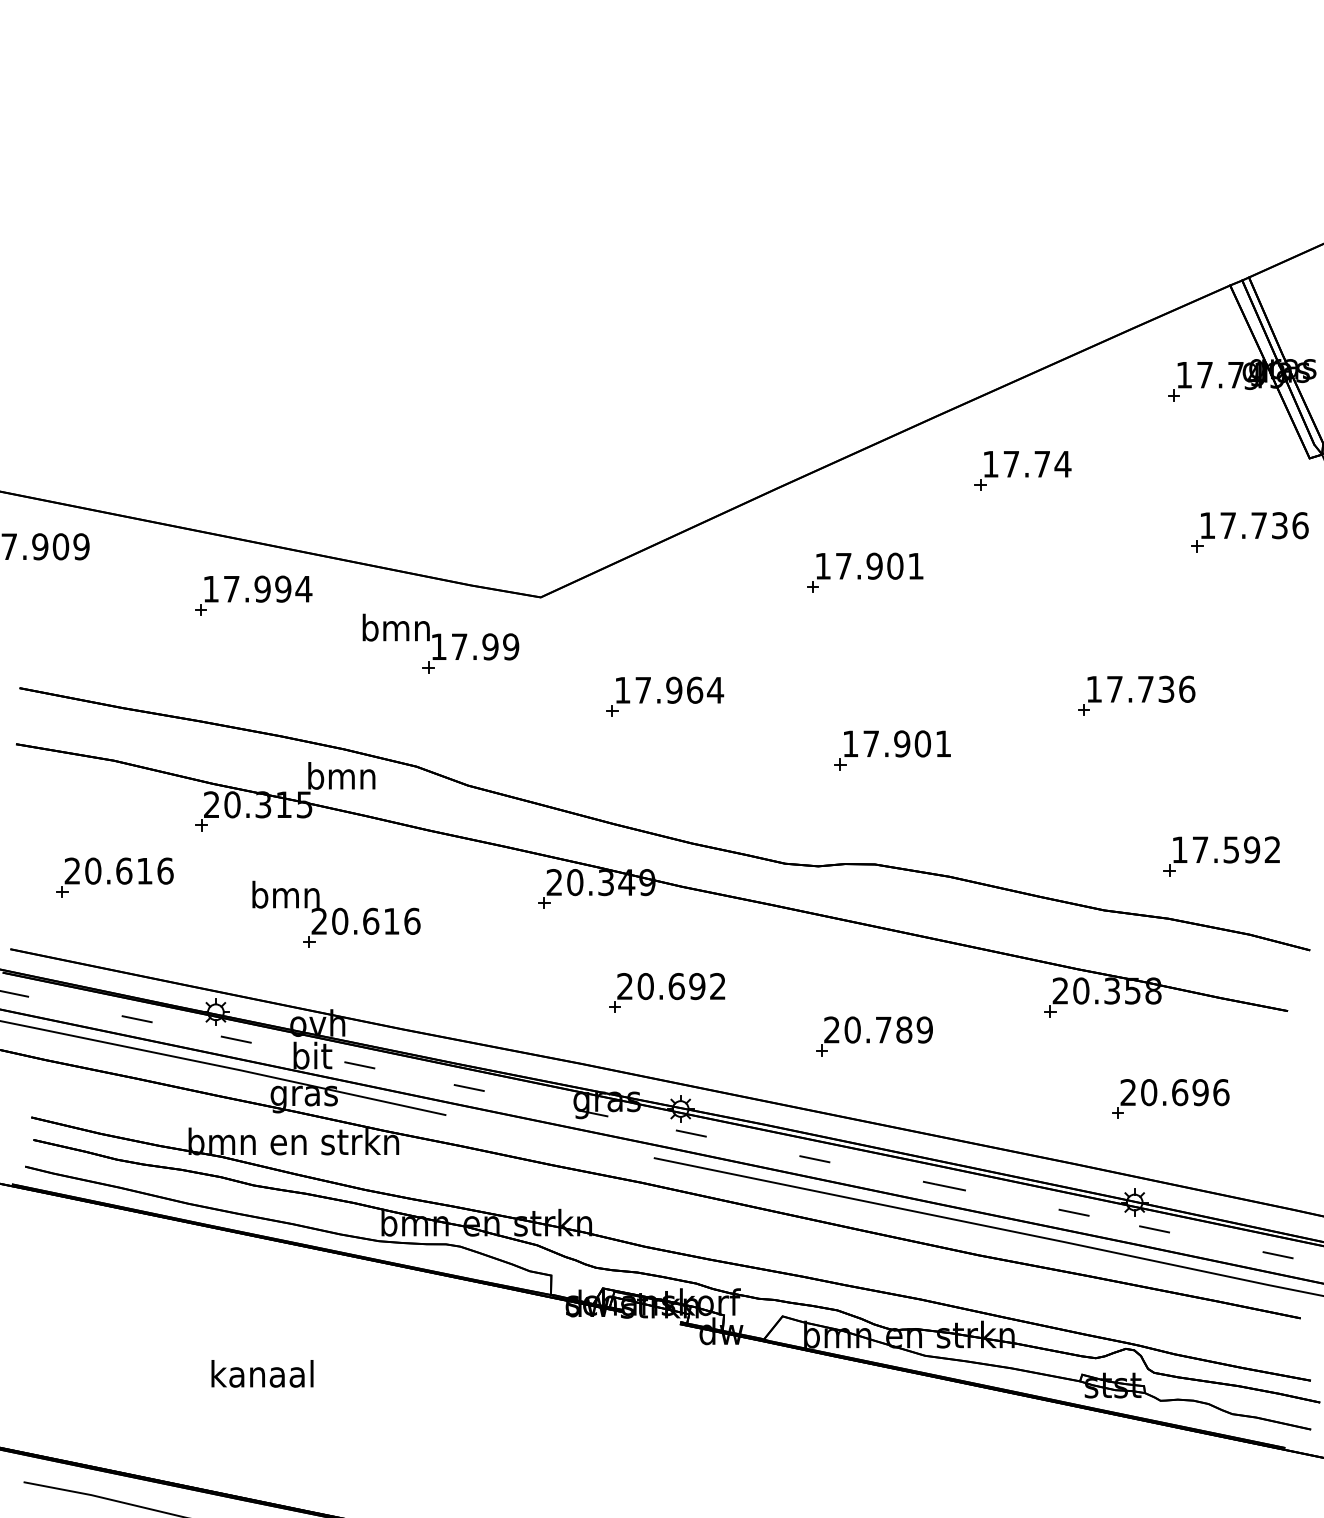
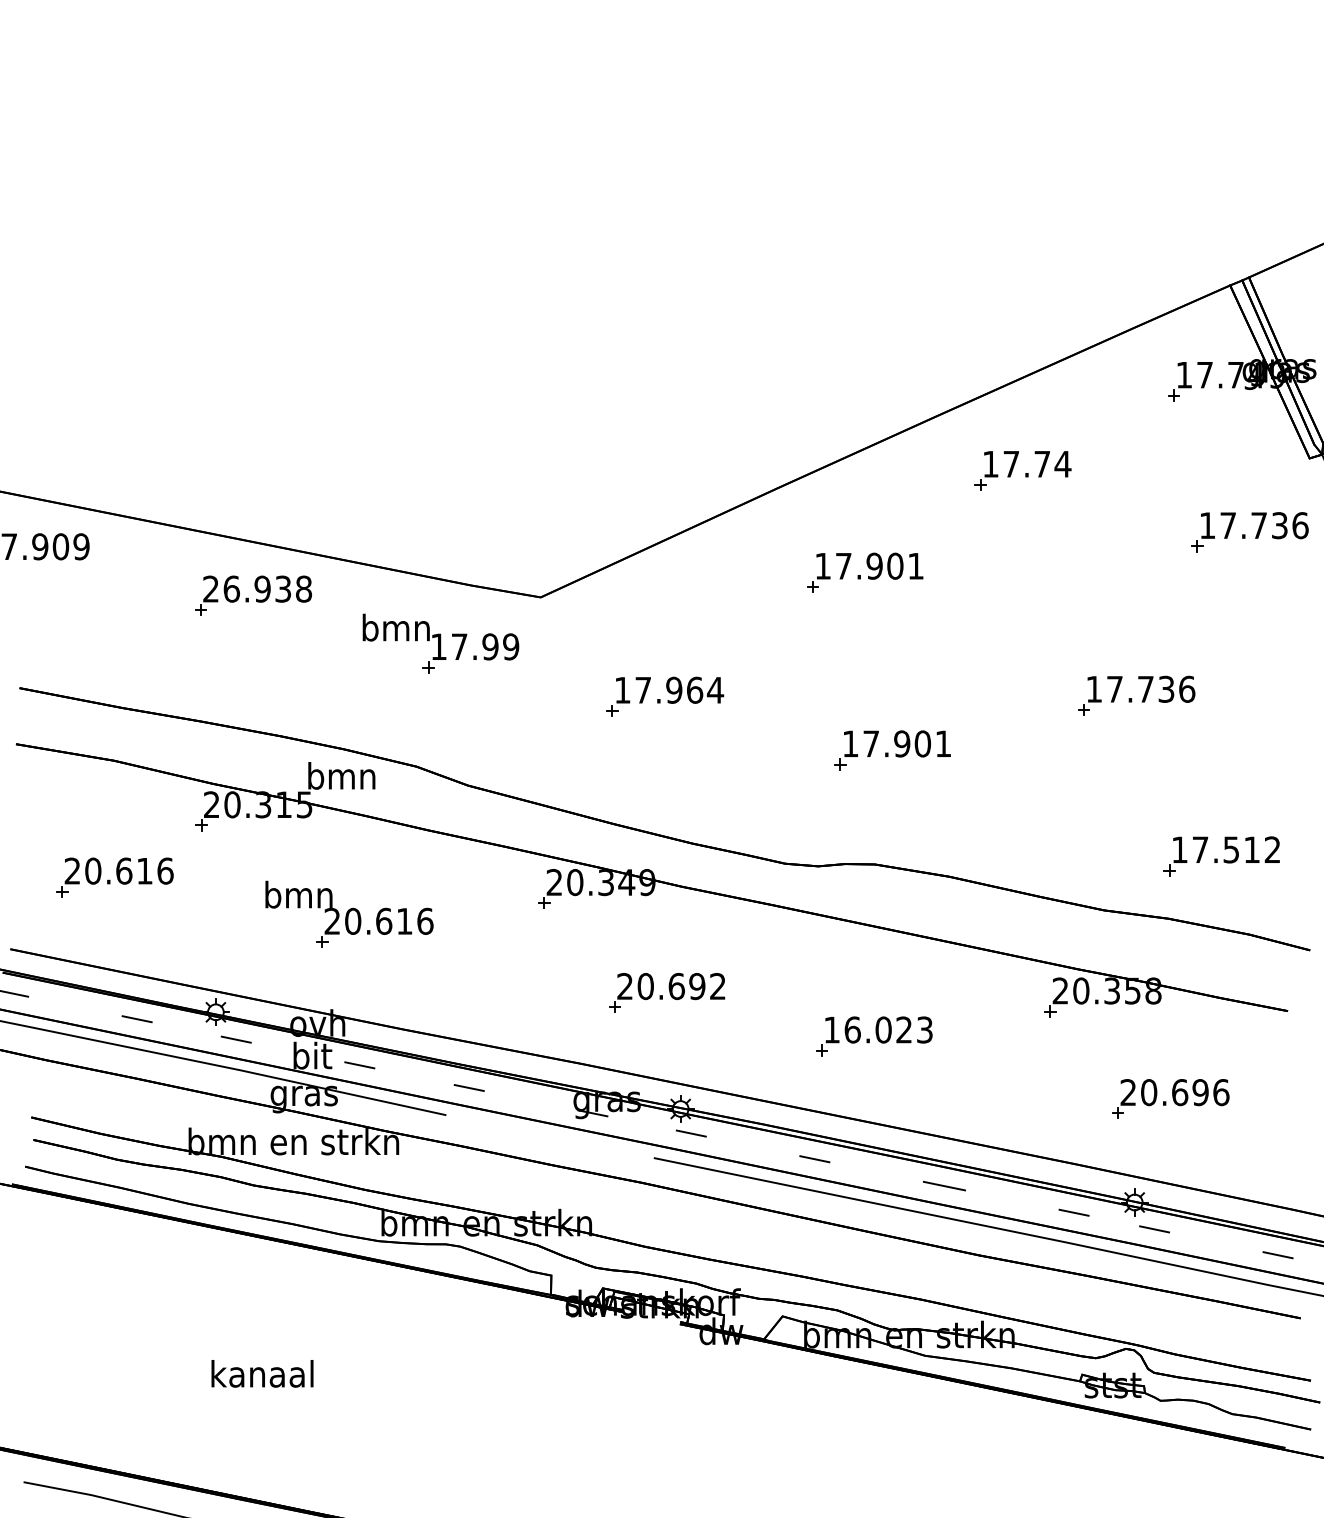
text at (257, 588): 17.994 -> 26.938
text at (1251, 849): 17.592 -> 17.512
part at (336, 913) position: (336, 913) -> (349, 913)
text at (878, 1029): 20.789 -> 16.023
